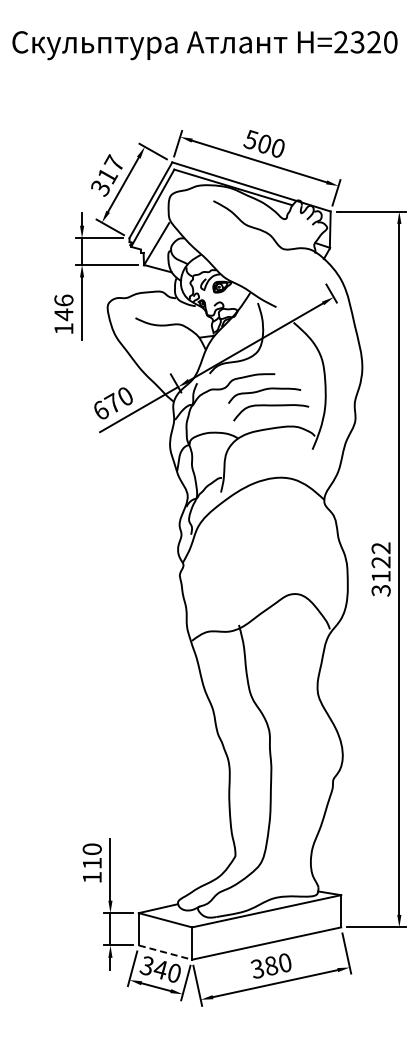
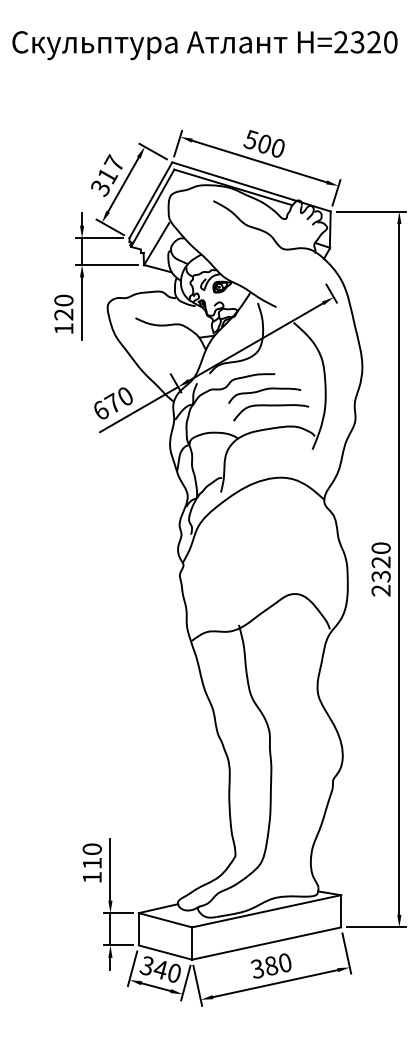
text at (63, 307): 146 -> 120
text at (380, 569): 3122 -> 2320
line at (165, 952): dashed -> solid
